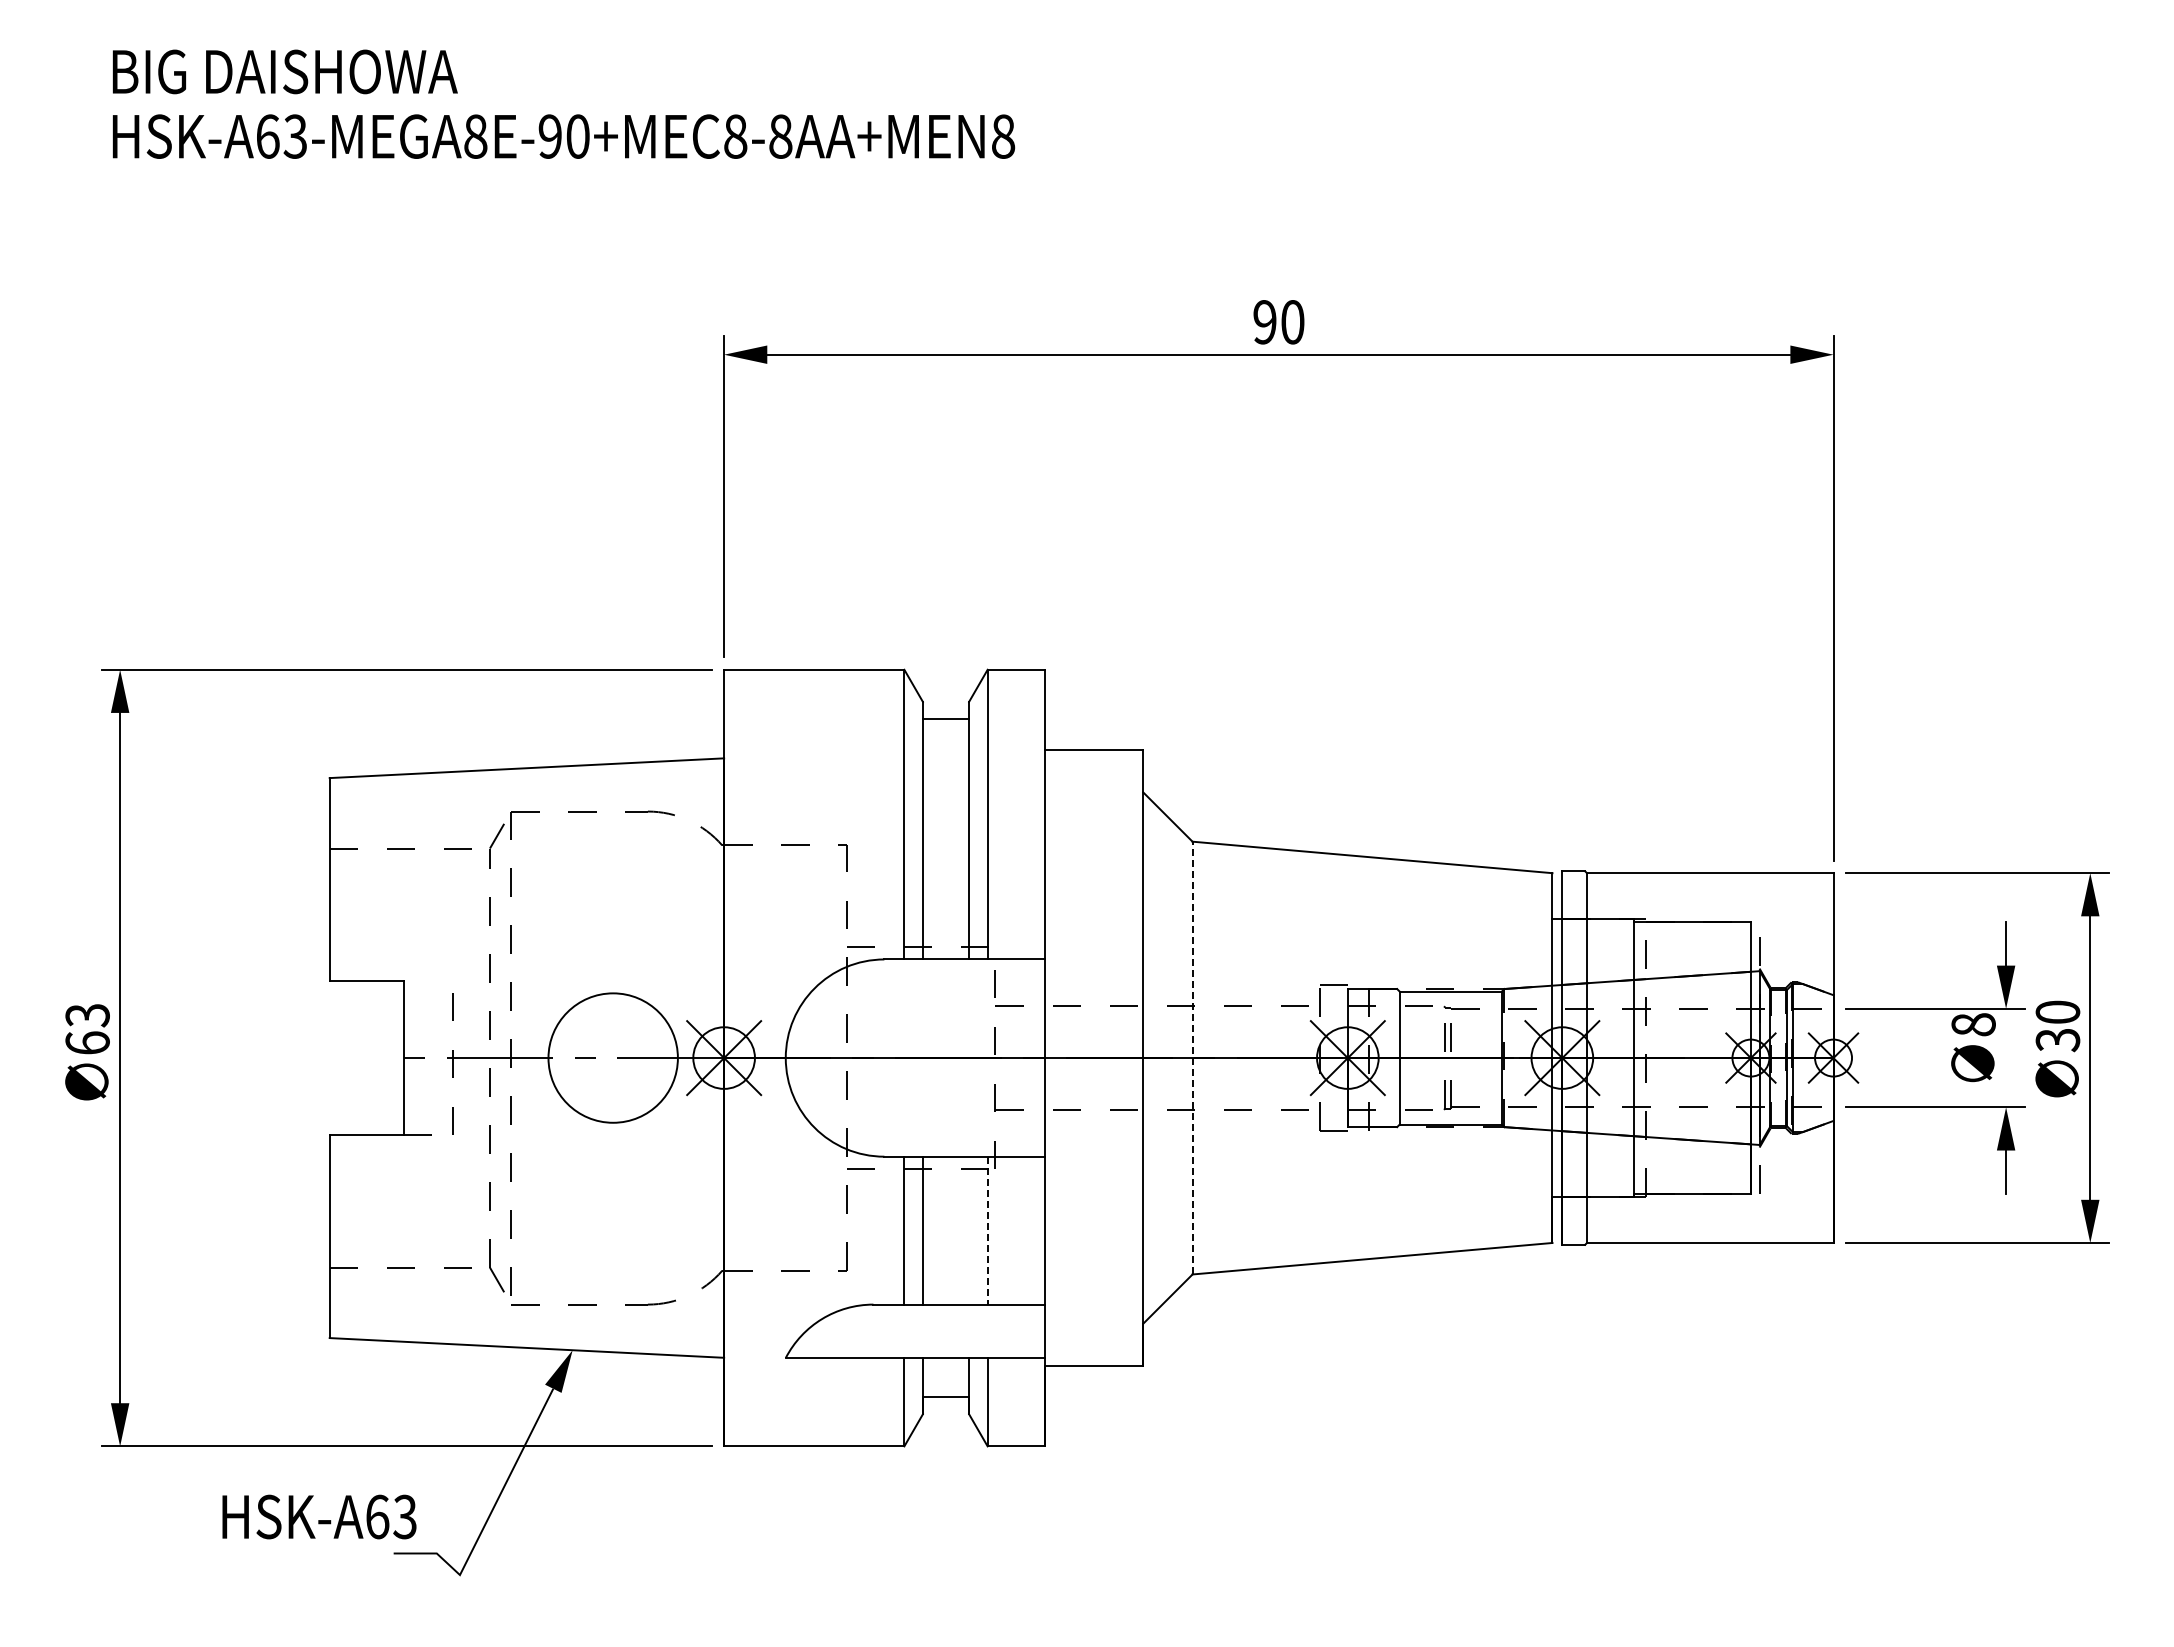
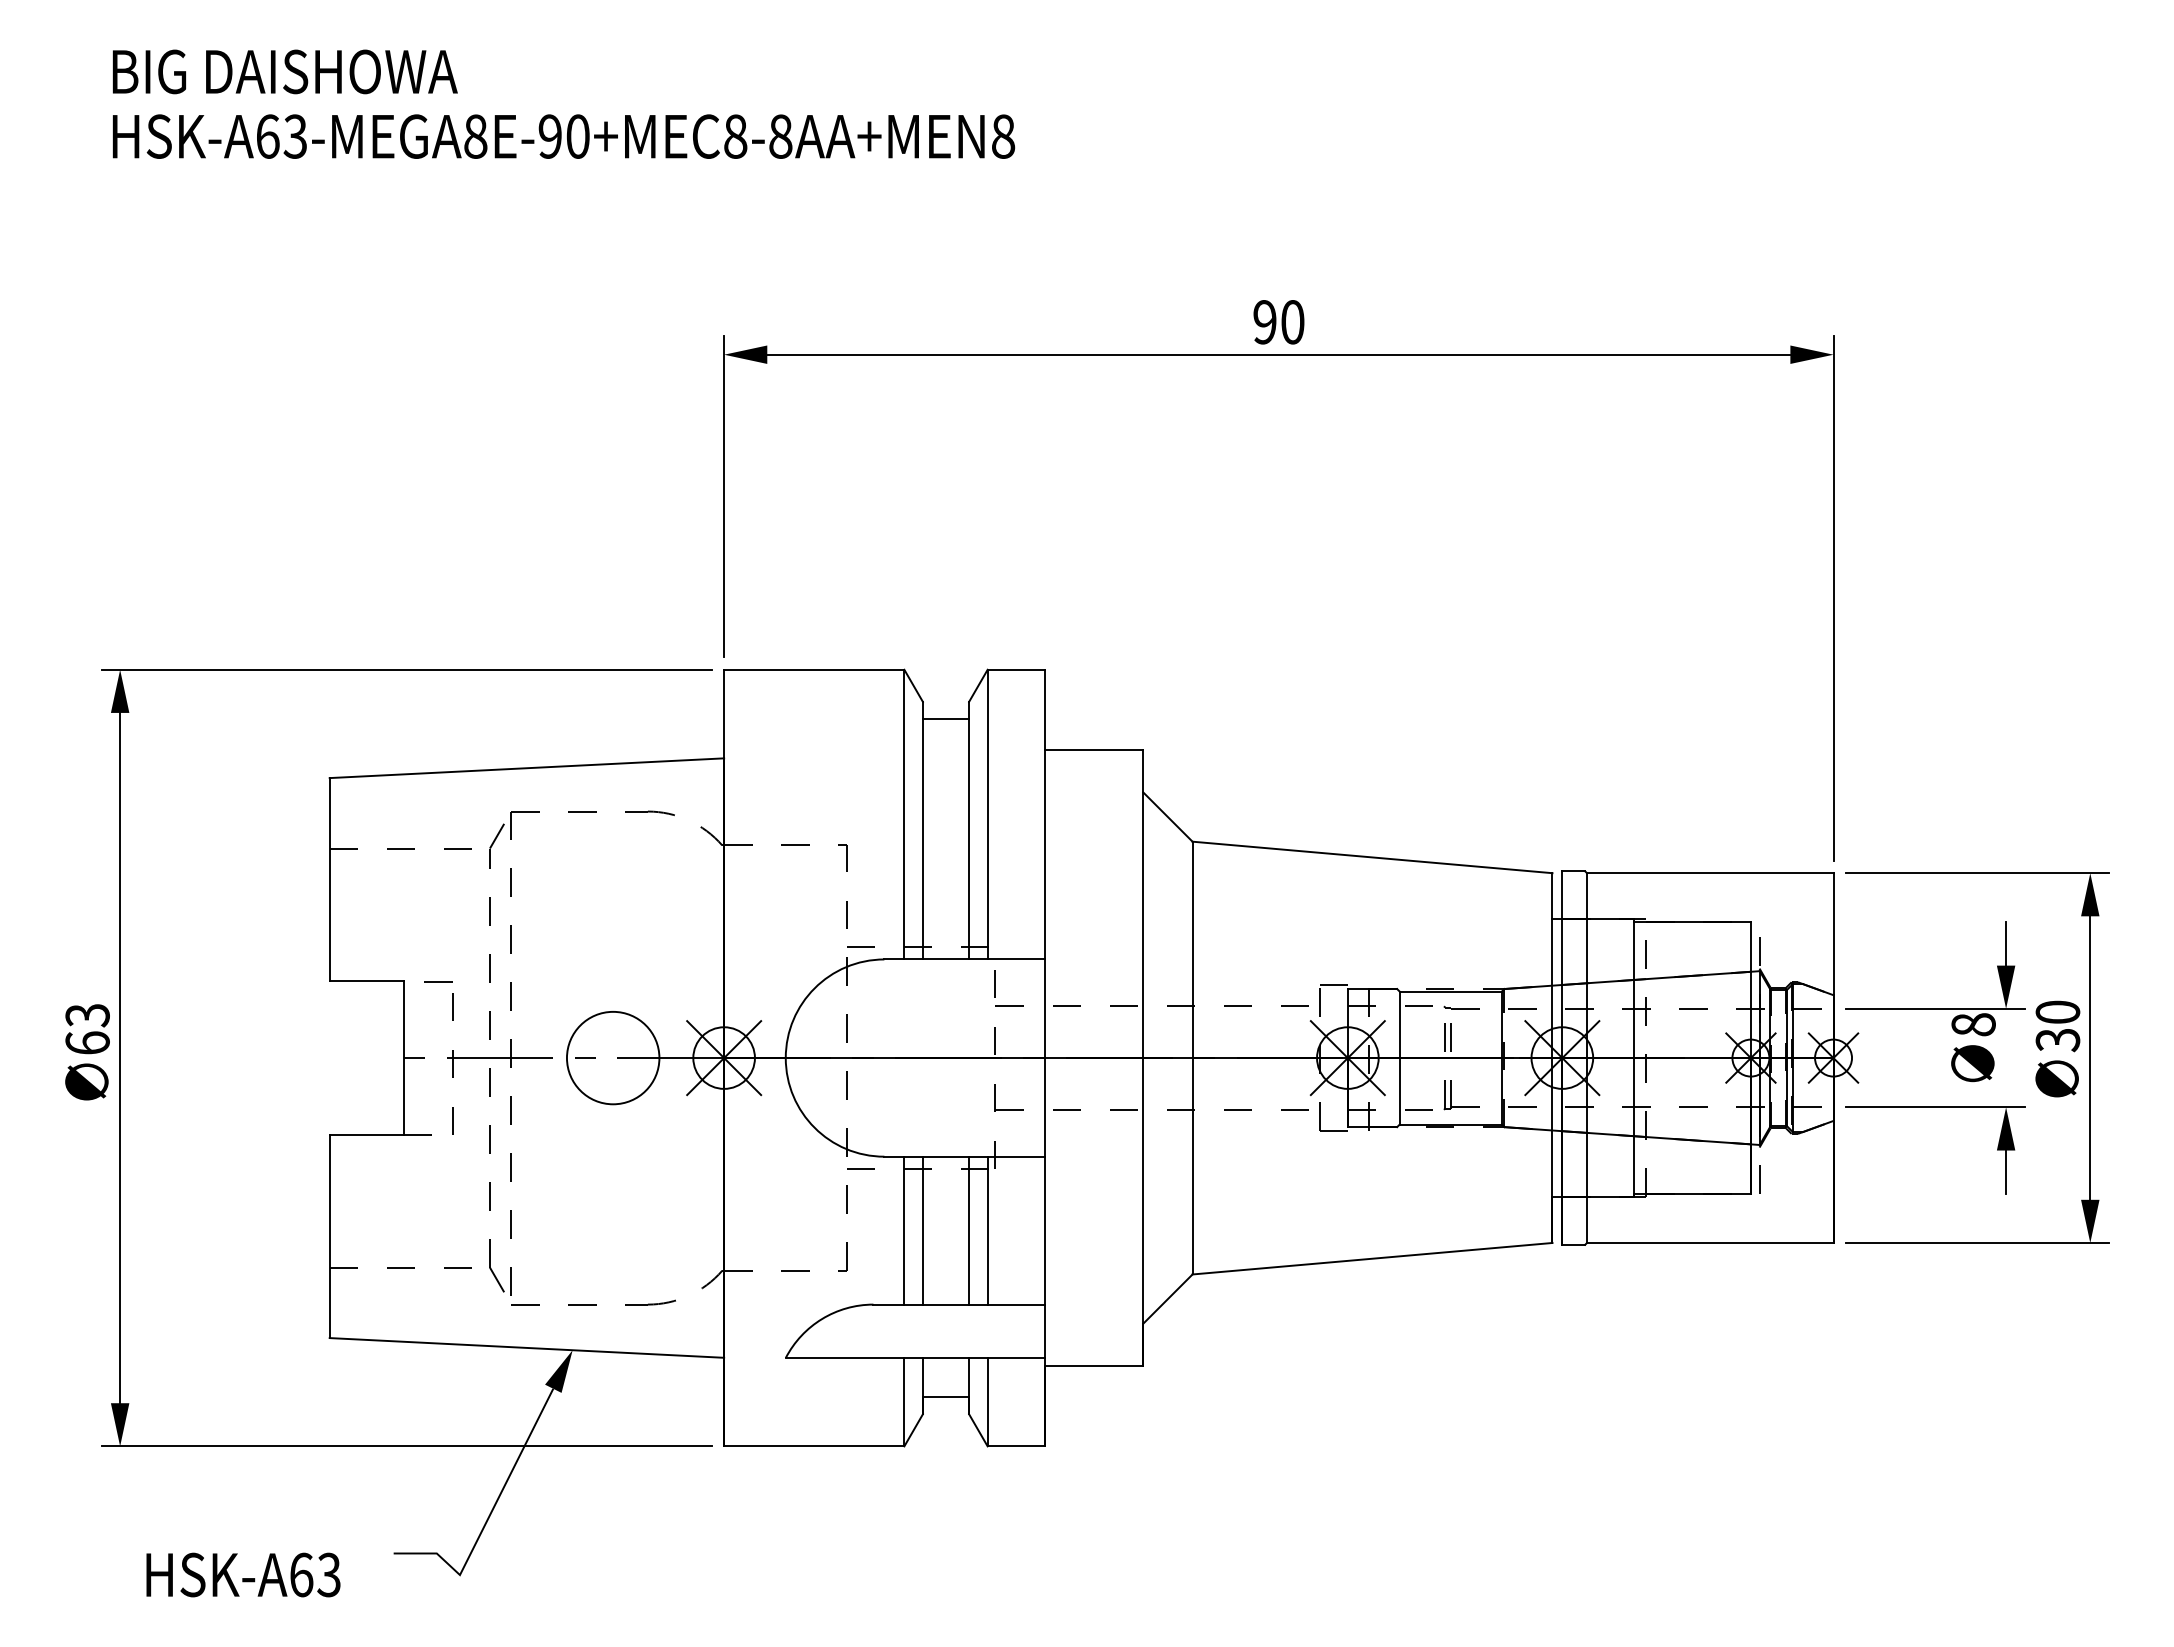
line at (438, 981): none -> present
circle at (612, 1057) diameter: 129 px -> 92 px
line at (1192, 1057): dashed -> solid
line at (969, 1230): none -> present
line at (987, 1230): dashed -> solid
text at (319, 1516) position: (319, 1516) -> (243, 1574)
